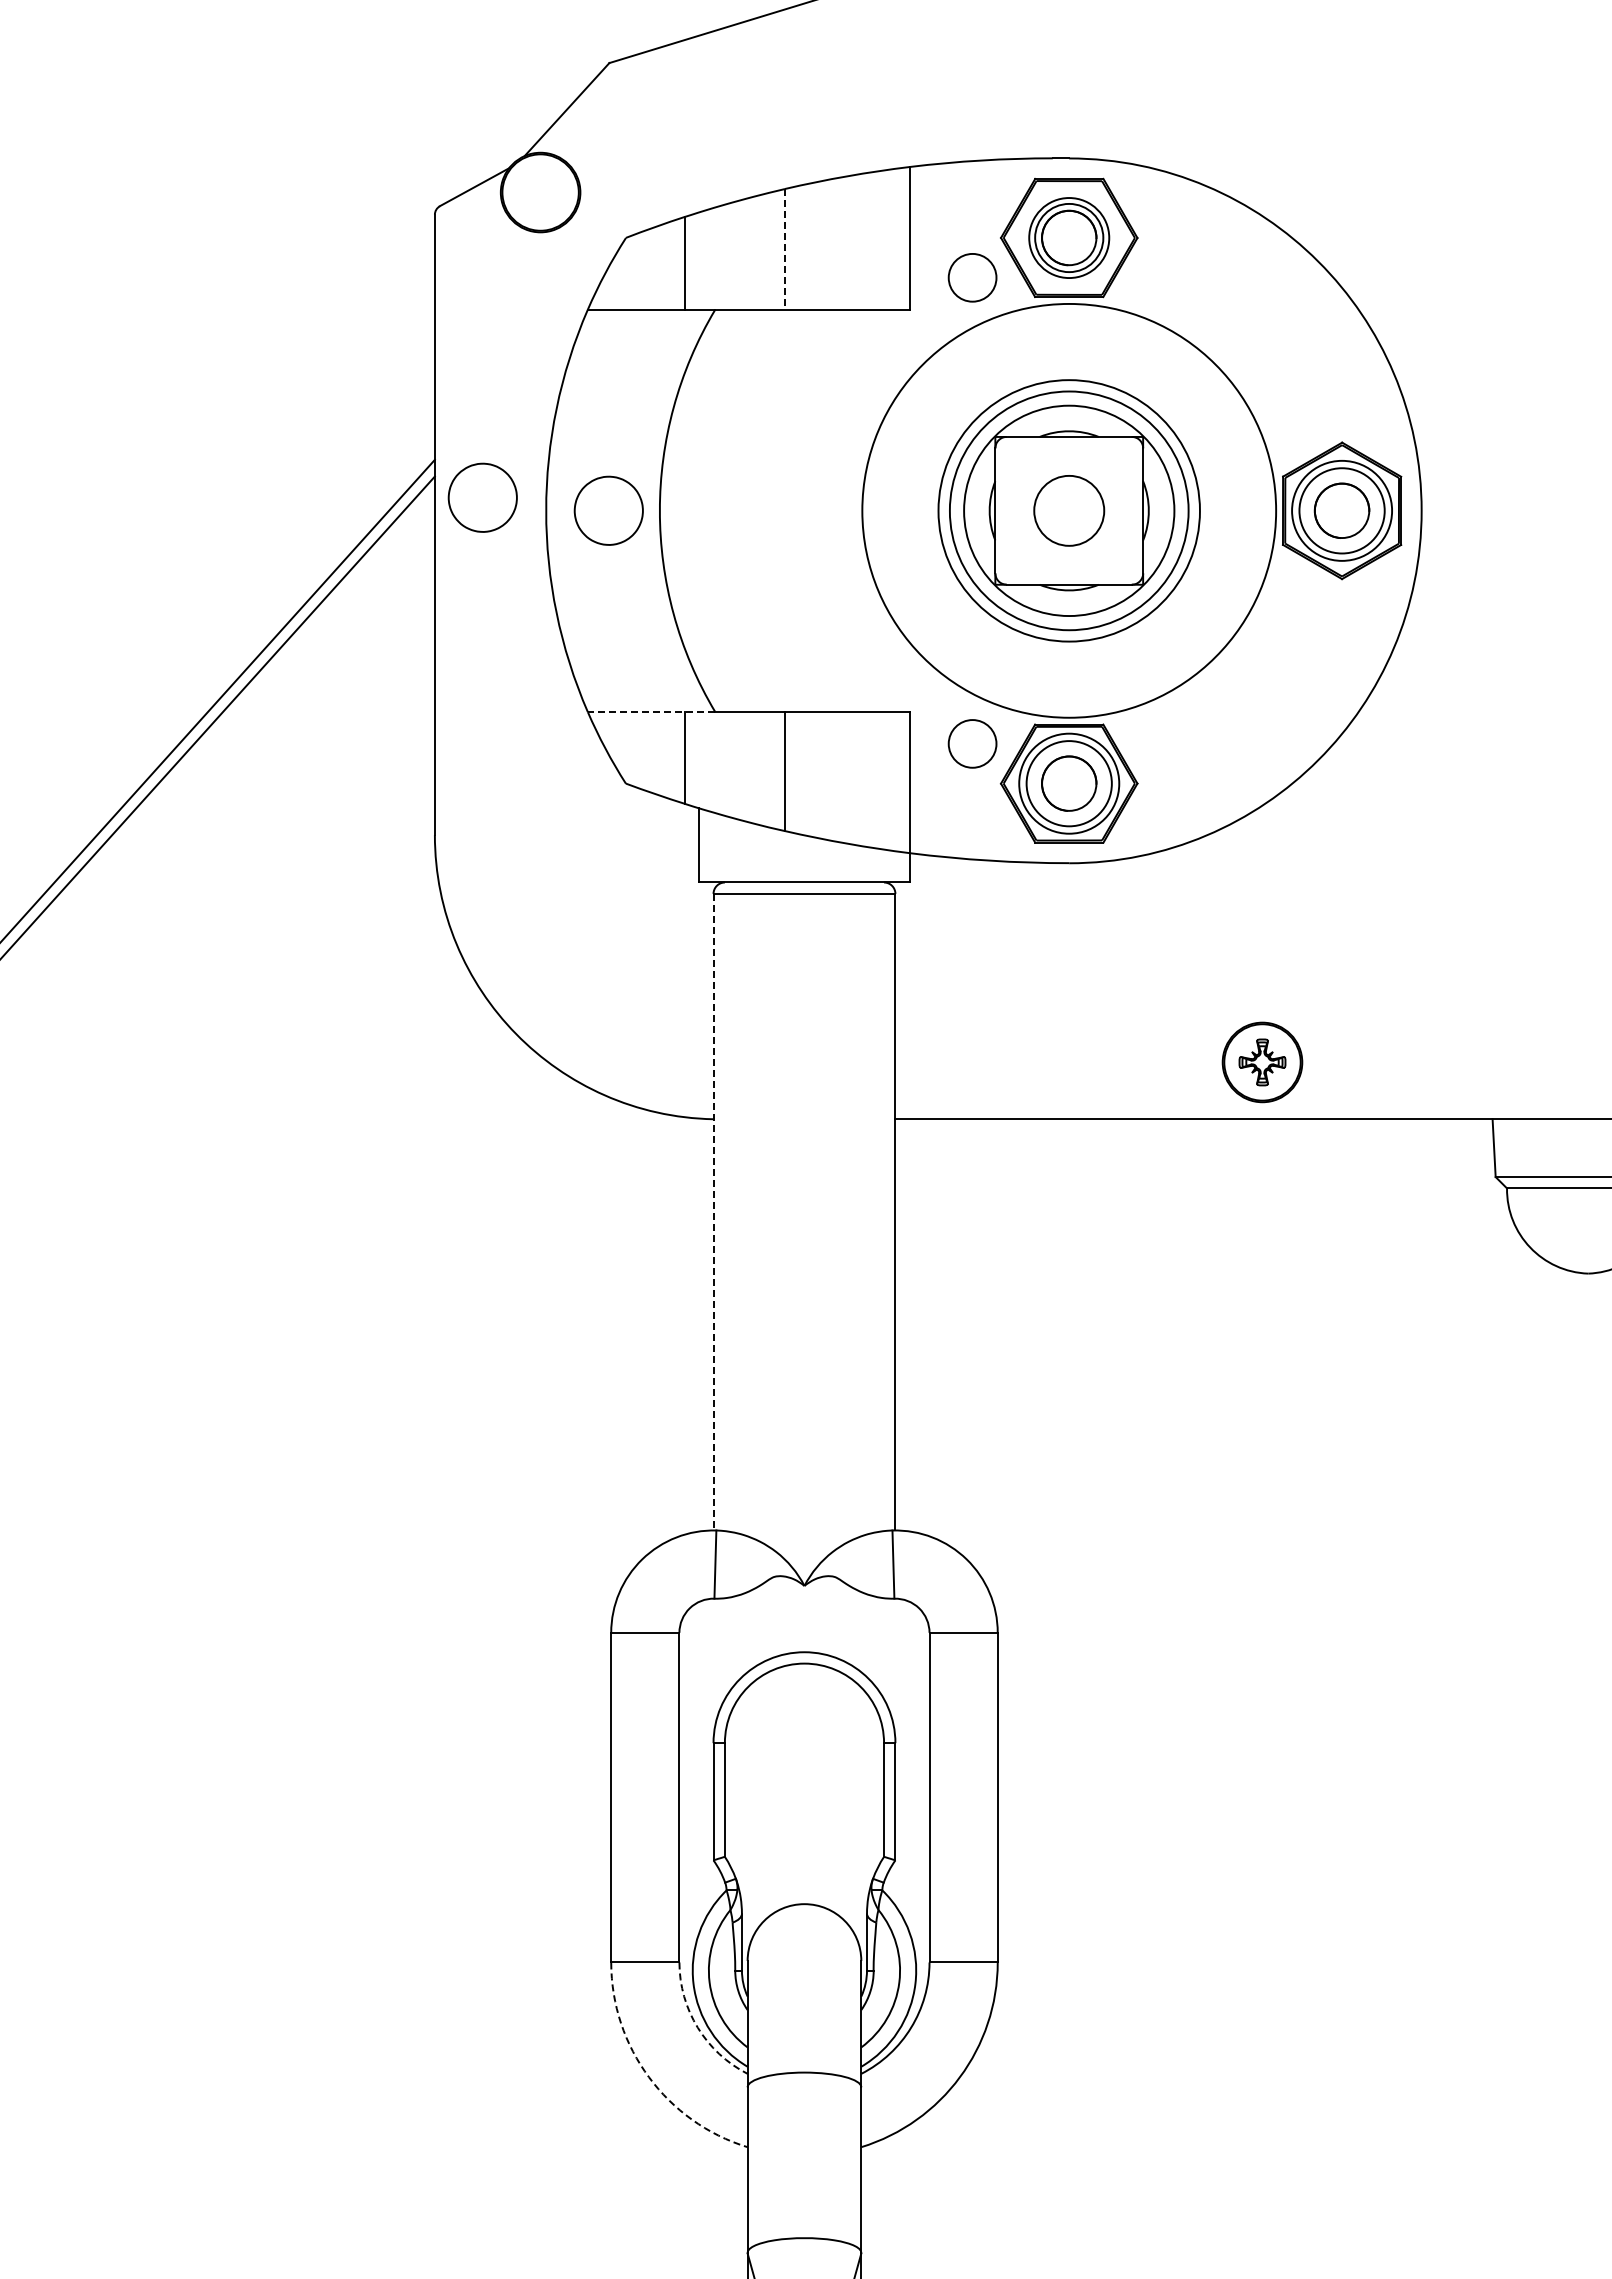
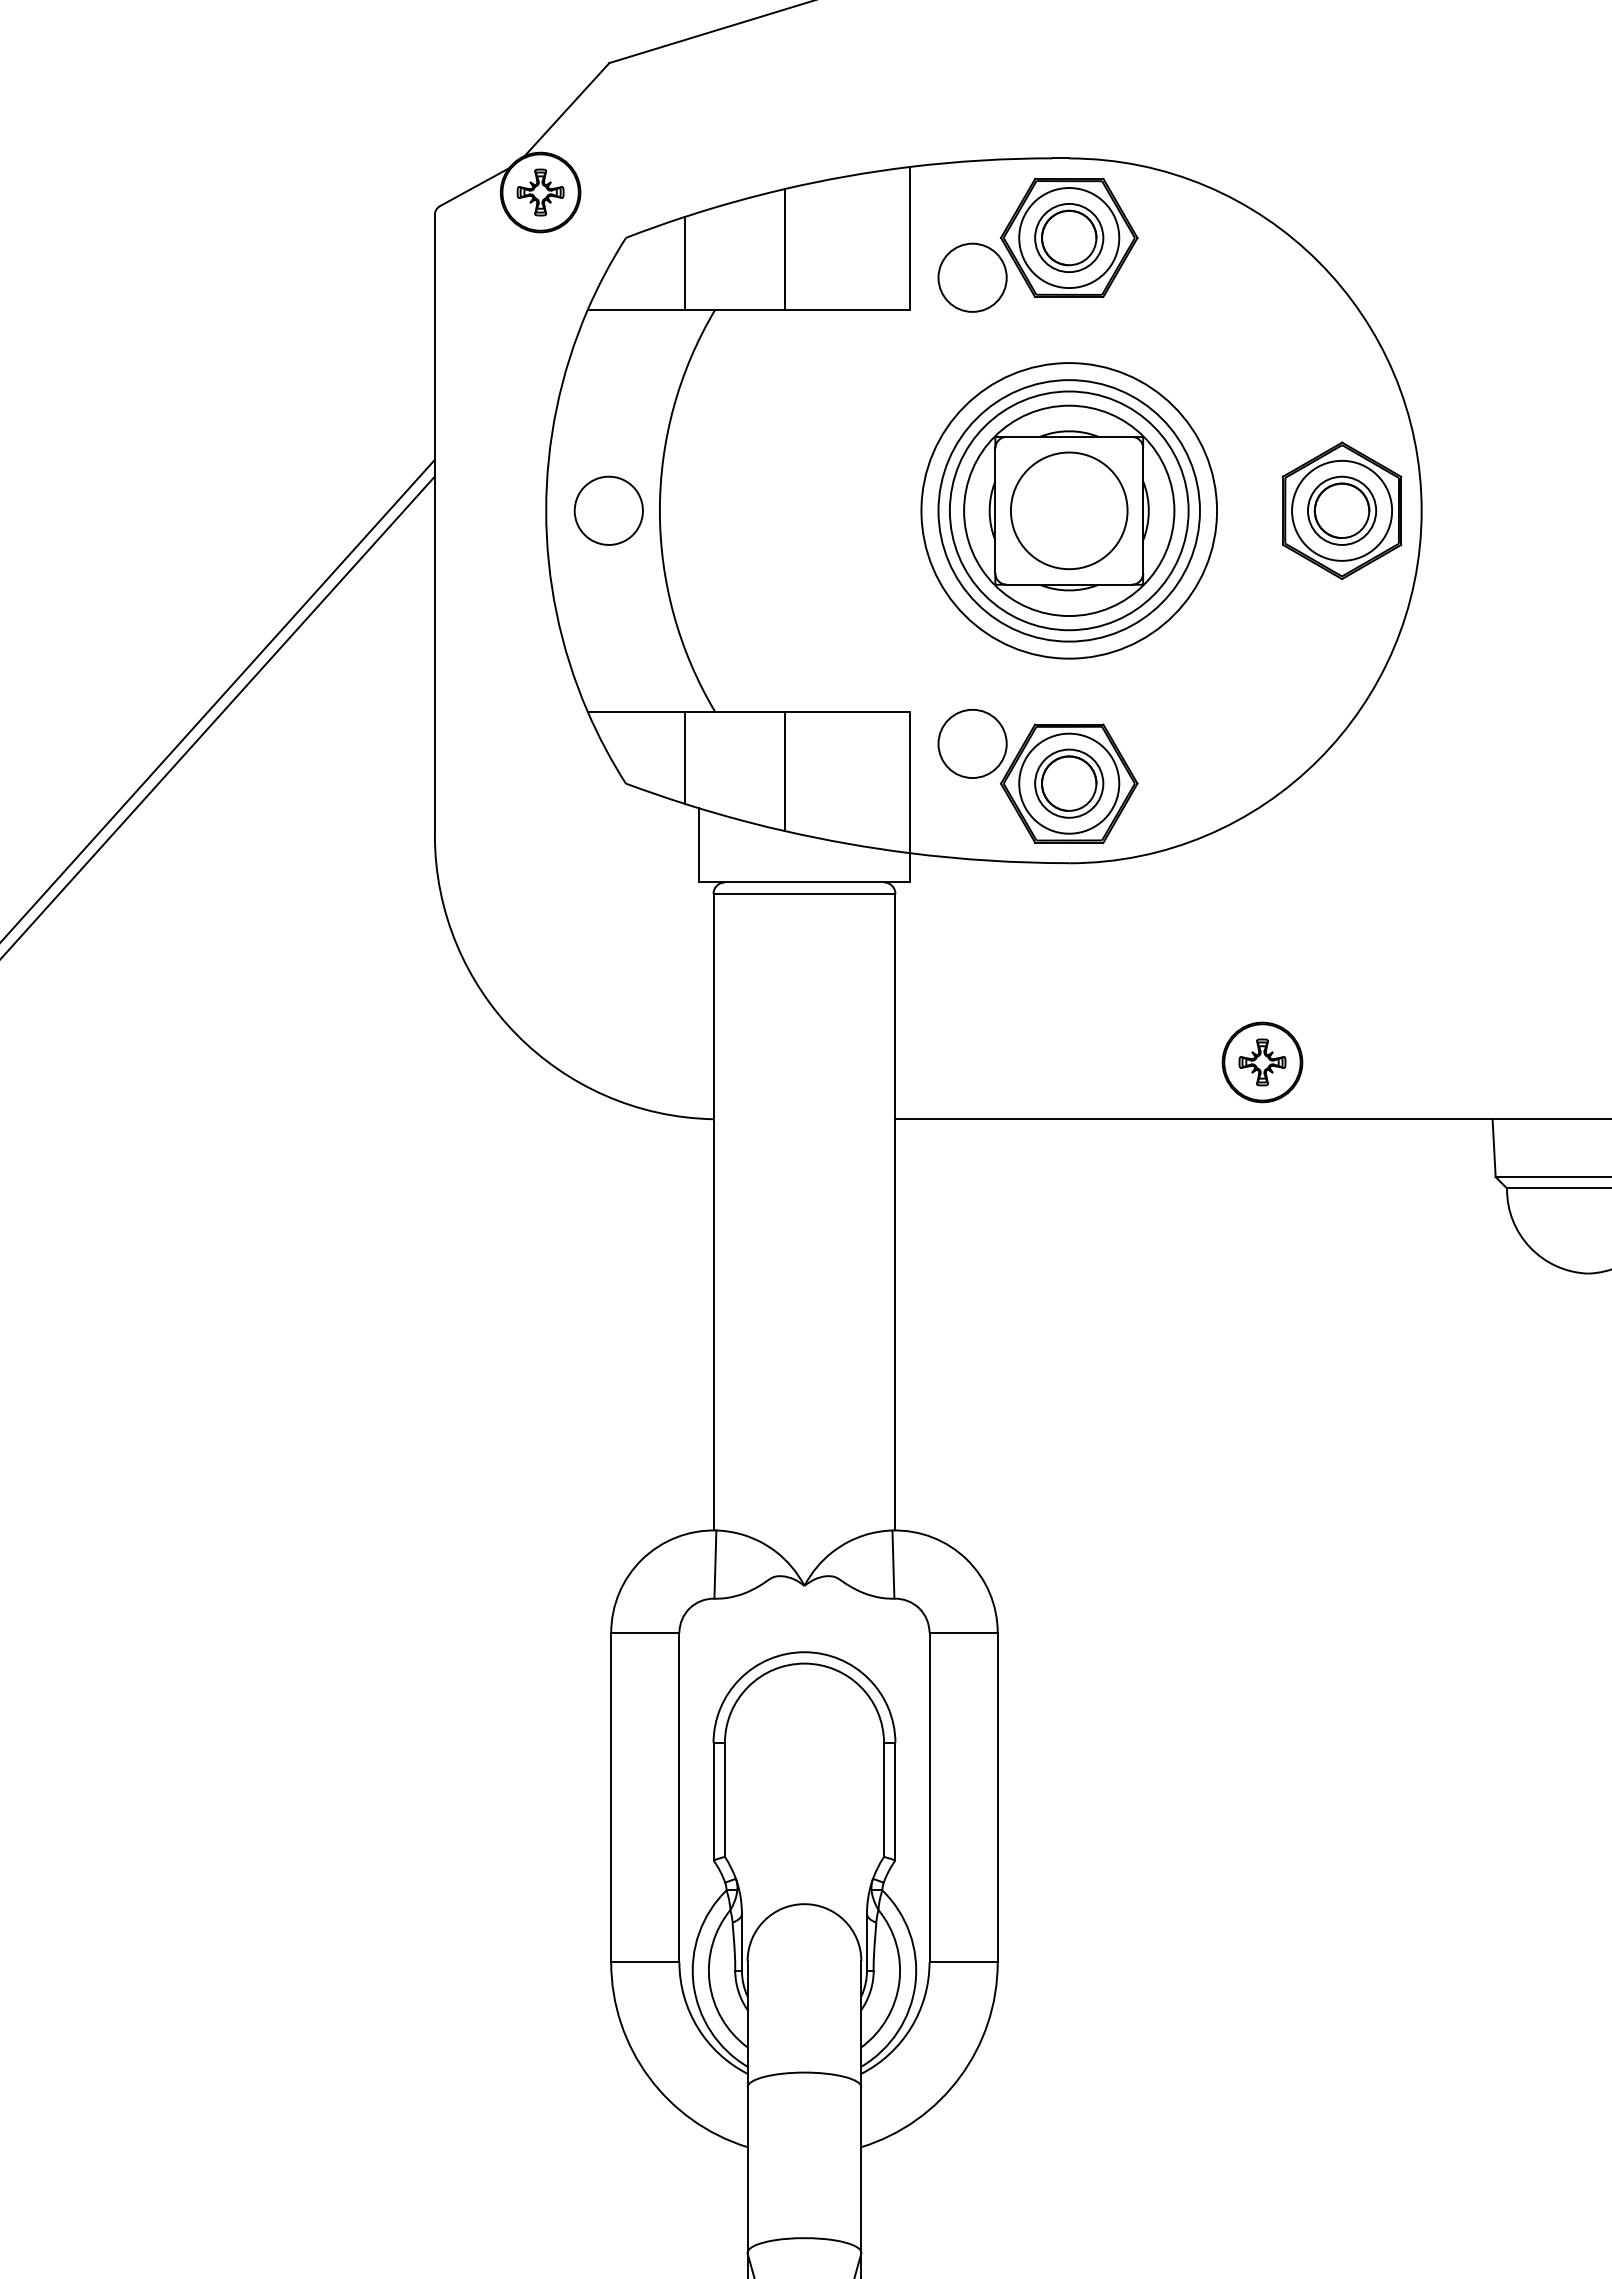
part at (540, 192): none -> present
circle at (1069, 238) diameter: 80 px -> 100 px
line at (785, 249): dashed -> solid
circle at (972, 277) diameter: 48 px -> 68 px
part at (482, 497): present -> none
circle at (1069, 510) diameter: 414 px -> 296 px
circle at (1069, 510) diameter: 70 px -> 117 px
circle at (1341, 510) diameter: 85 px -> 68 px
line at (651, 712): dashed -> solid
circle at (972, 743) diameter: 48 px -> 68 px
circle at (1068, 783) diameter: 85 px -> 68 px
line at (713, 1212): dashed -> solid
arc at (697, 2027): dashed -> solid
arc at (649, 2077): dashed -> solid
